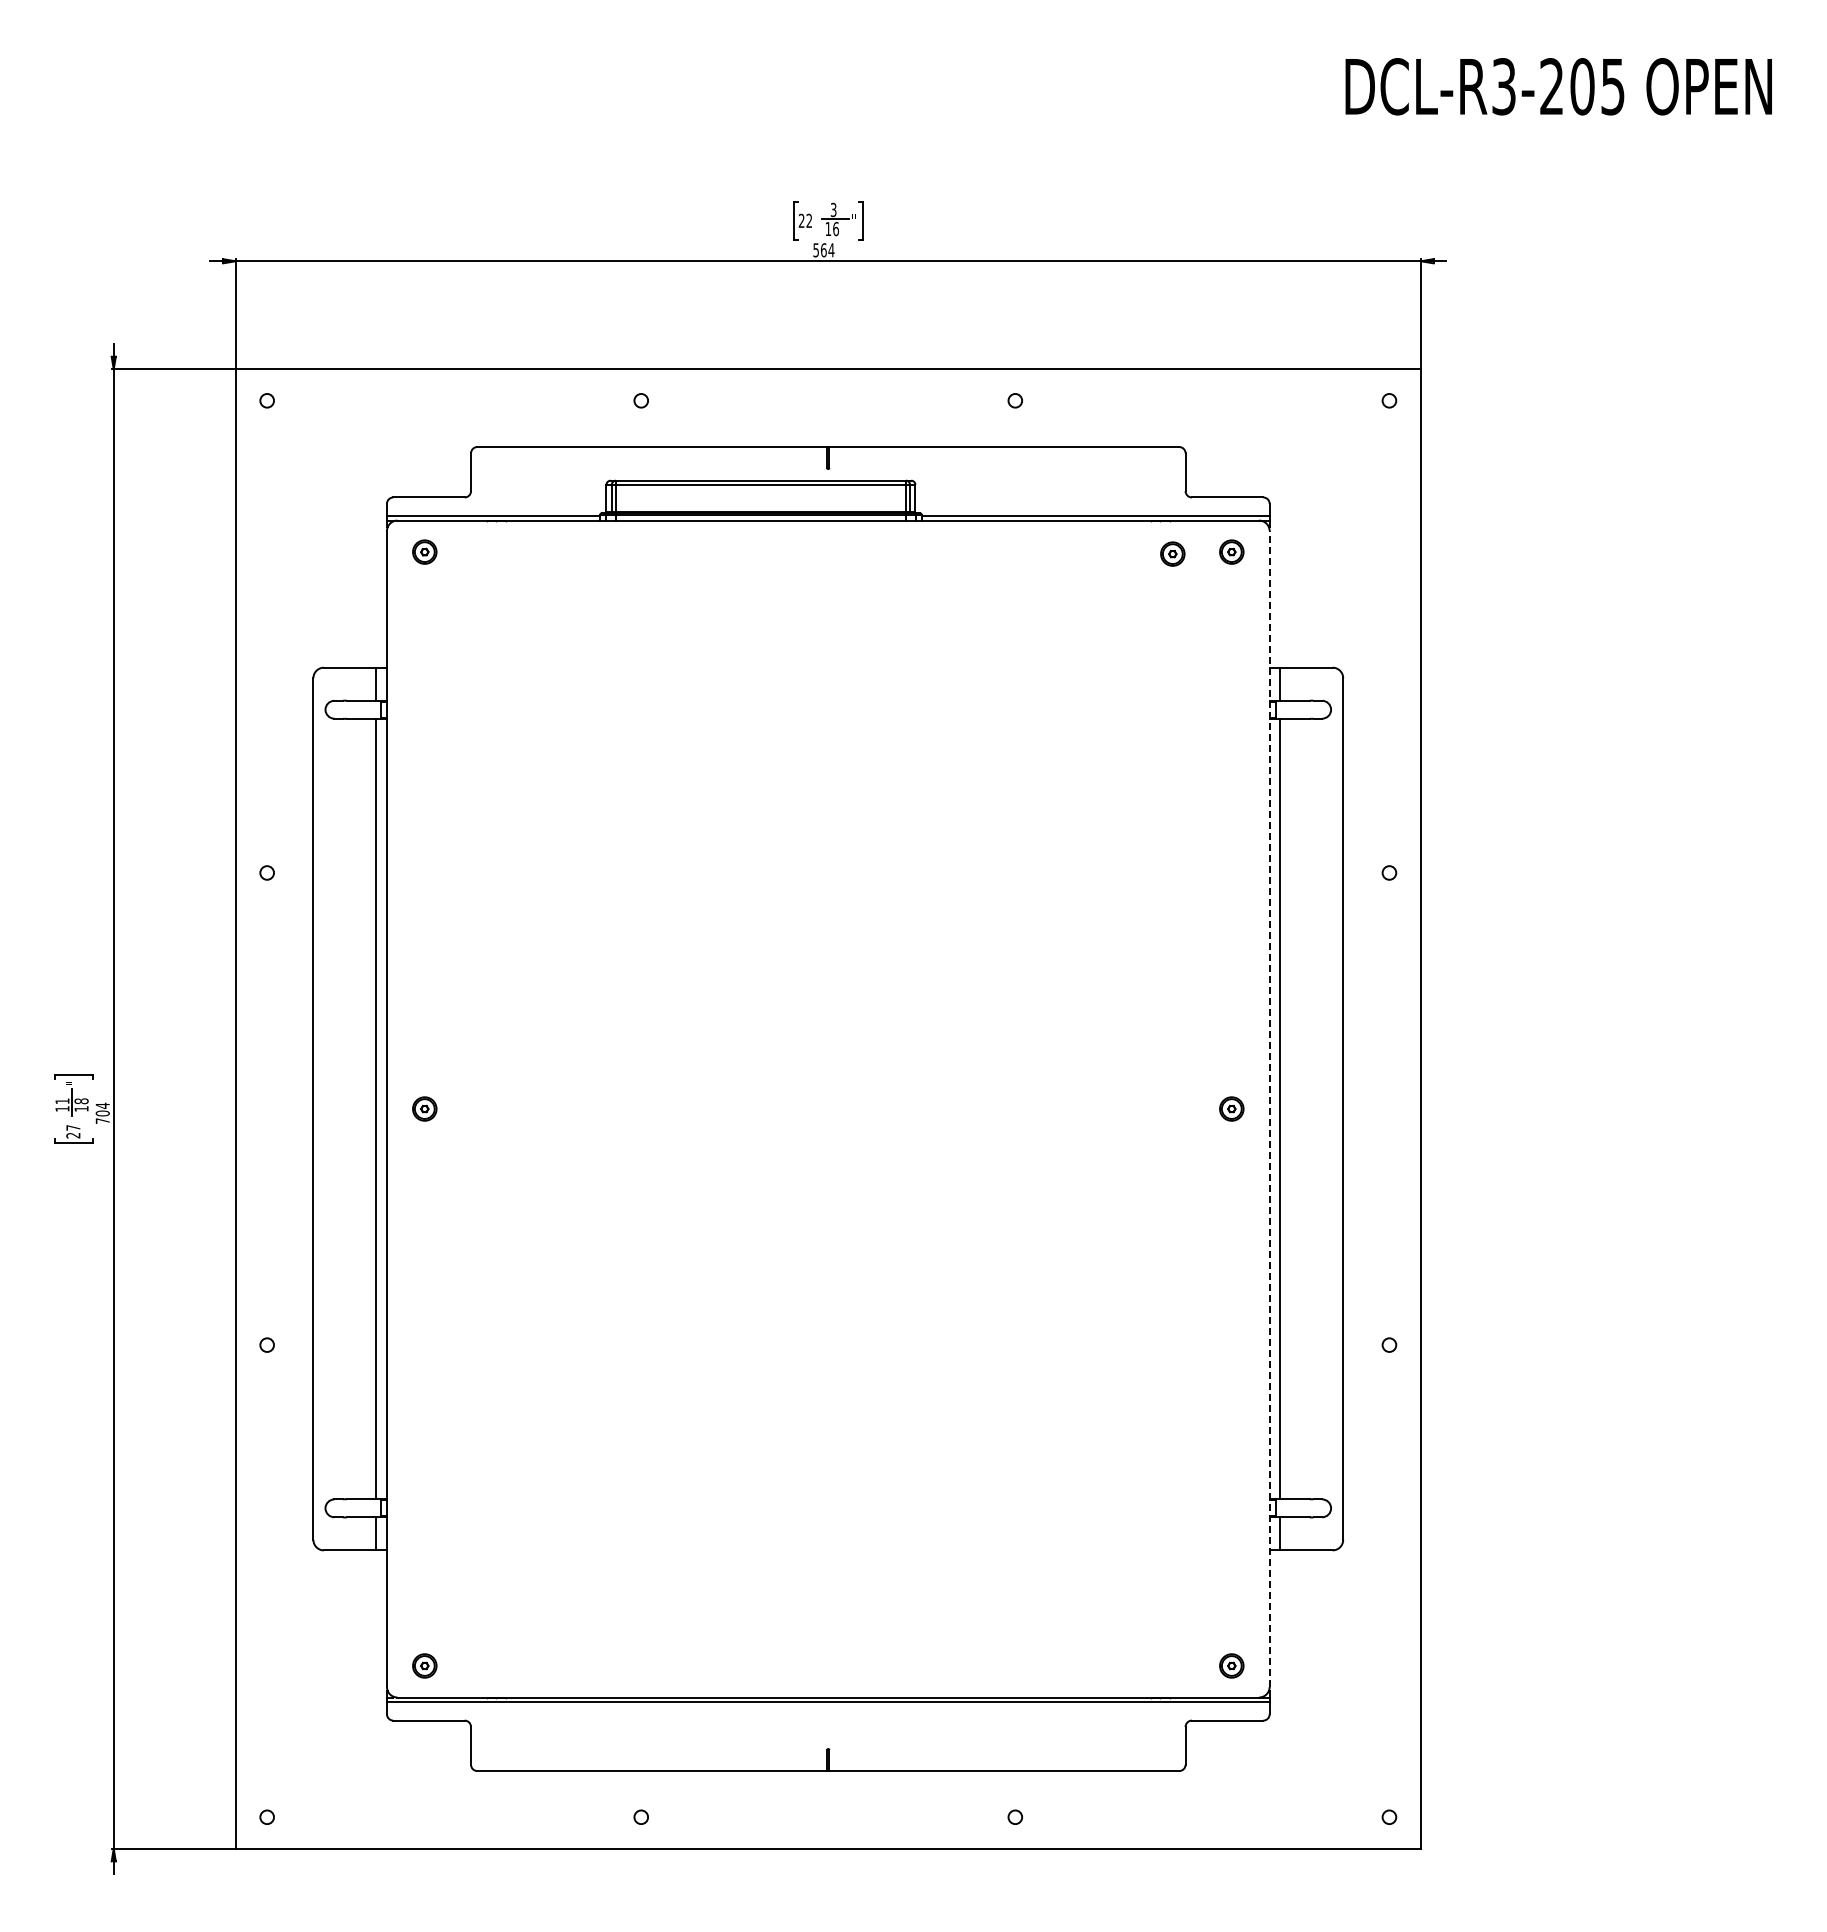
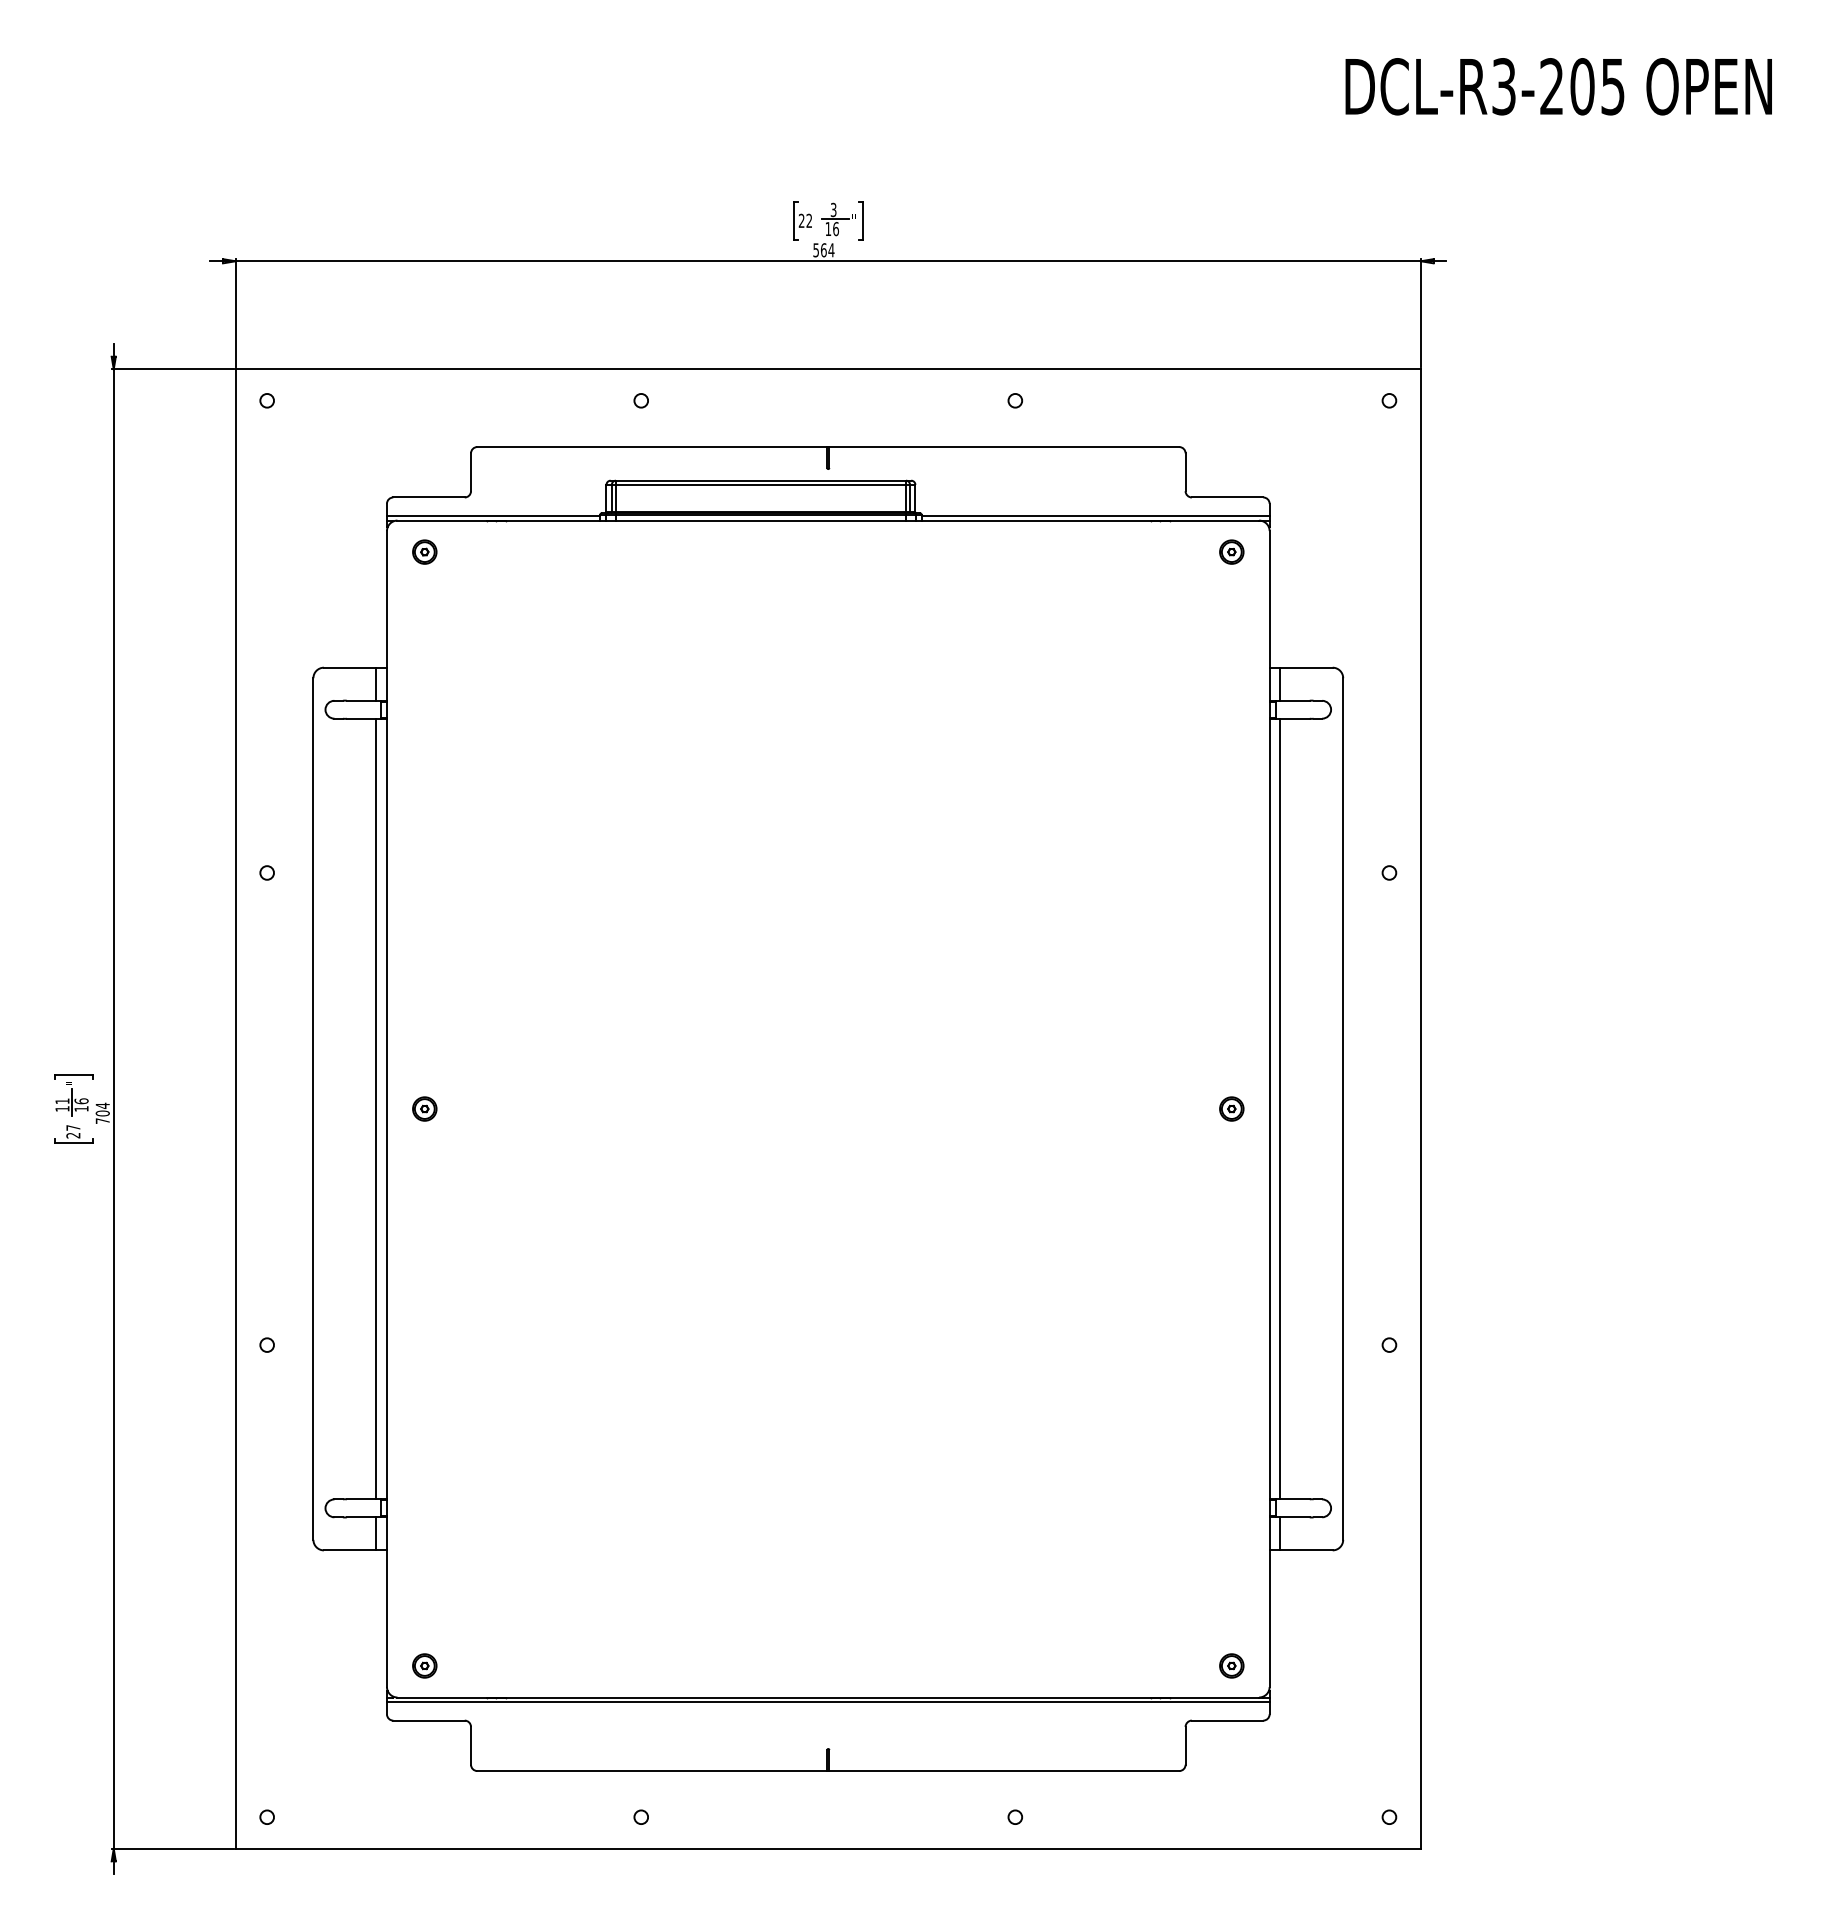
part at (1172, 553): present -> none
text at (81, 1101): 18 -> 16
line at (1269, 1109): dashed -> solid
